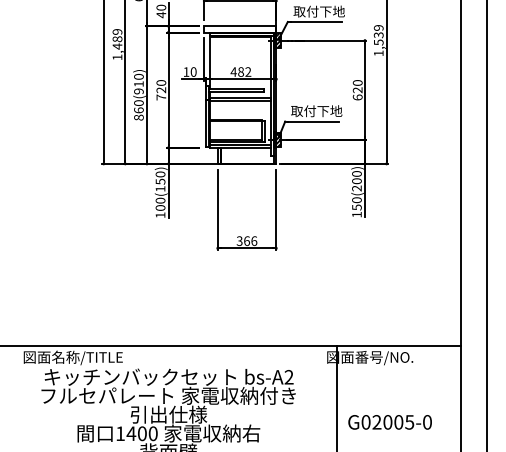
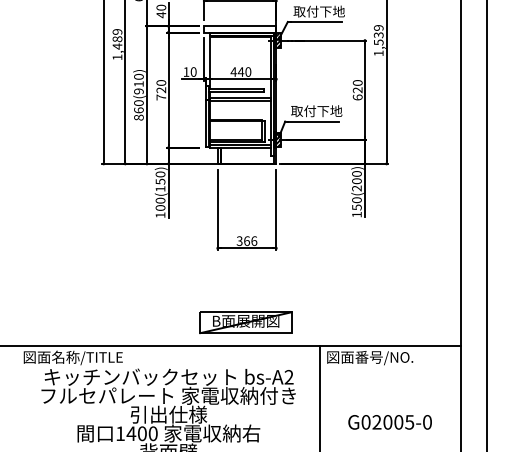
text at (244, 71): 482 -> 440
part at (245, 322): none -> present
line at (336, 397) position: (336, 397) -> (319, 397)
